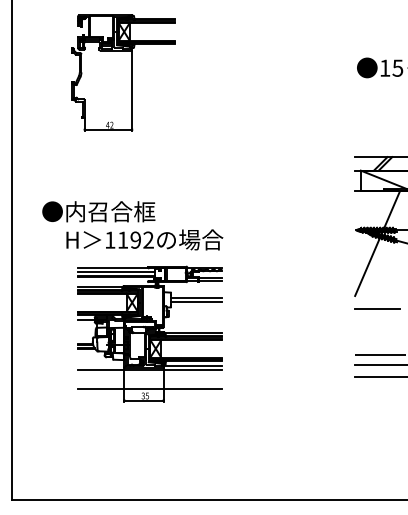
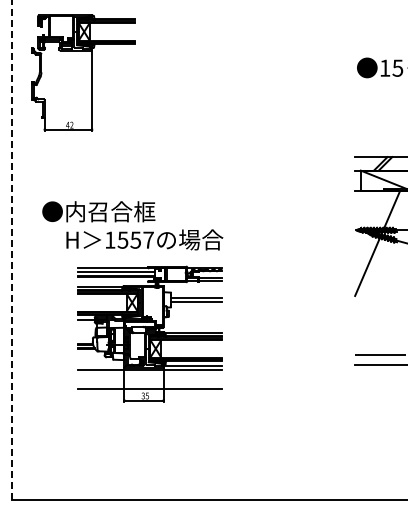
part at (131, 72) position: (131, 72) -> (91, 72)
text at (135, 239): 1192 -> 1557
line at (12, 249): solid -> dashed
line at (377, 308): present -> none
line at (379, 376): present -> none
